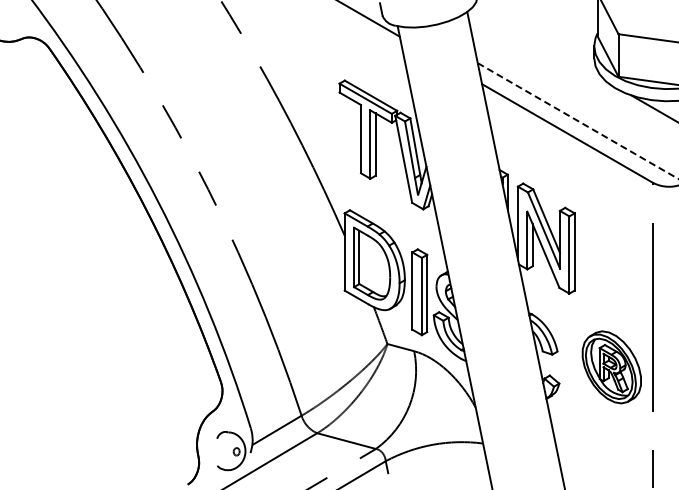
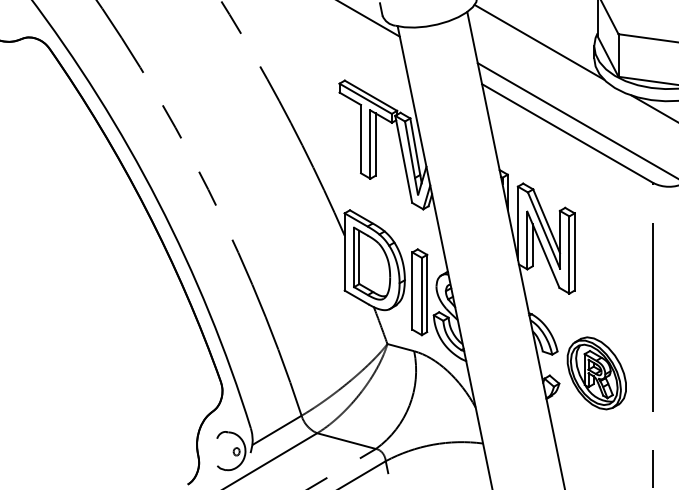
line at (539, 41): none -> present
line at (577, 121): dashed -> solid
part at (611, 367) position: (611, 367) -> (596, 373)
